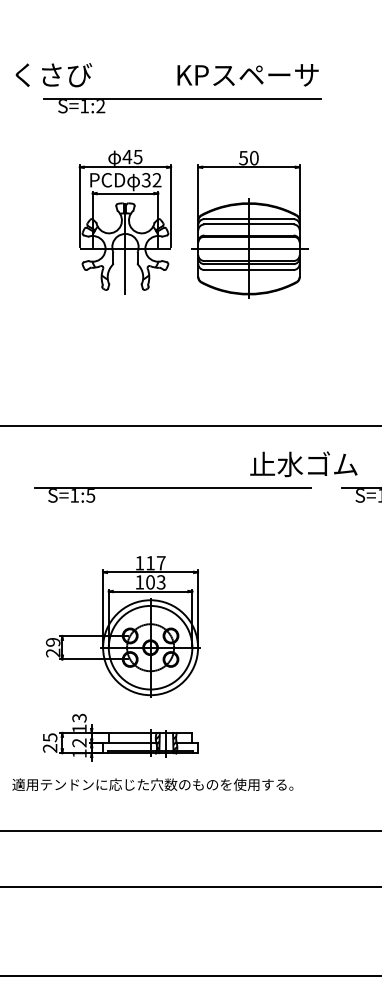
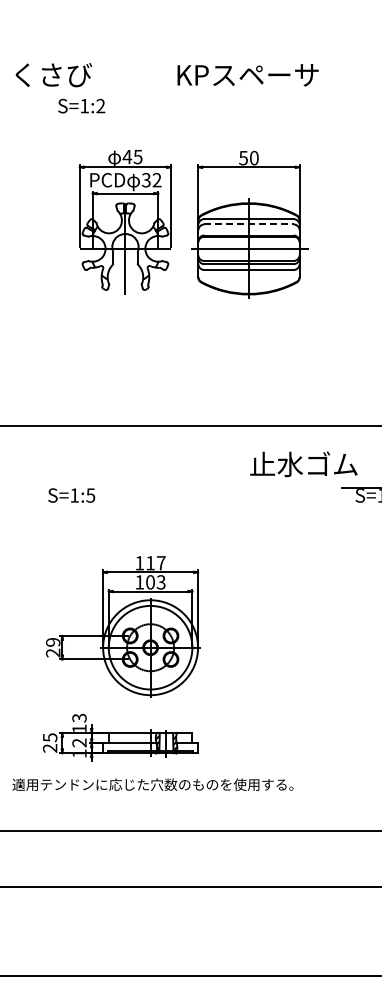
line at (182, 98): present -> none
line at (249, 224): solid -> dashed
line at (172, 487): present -> none
